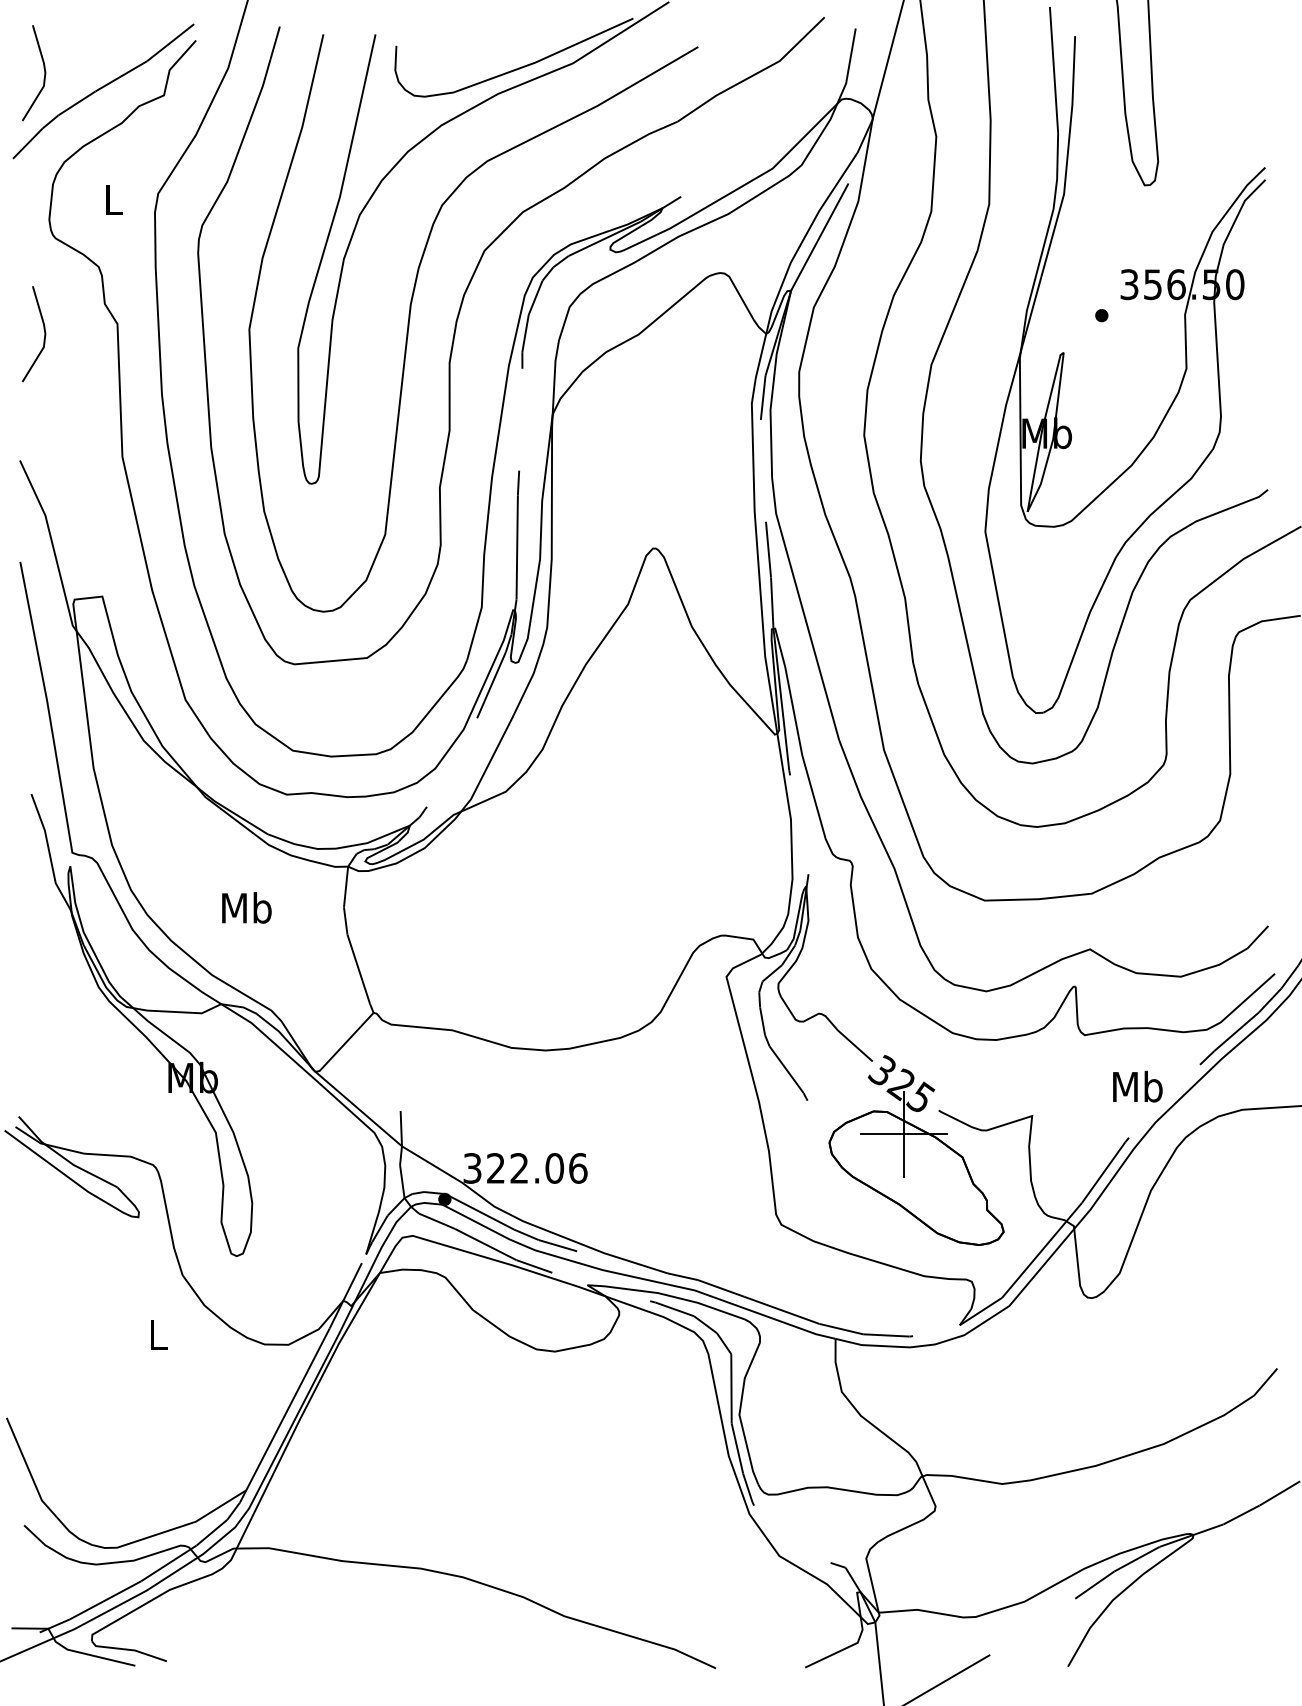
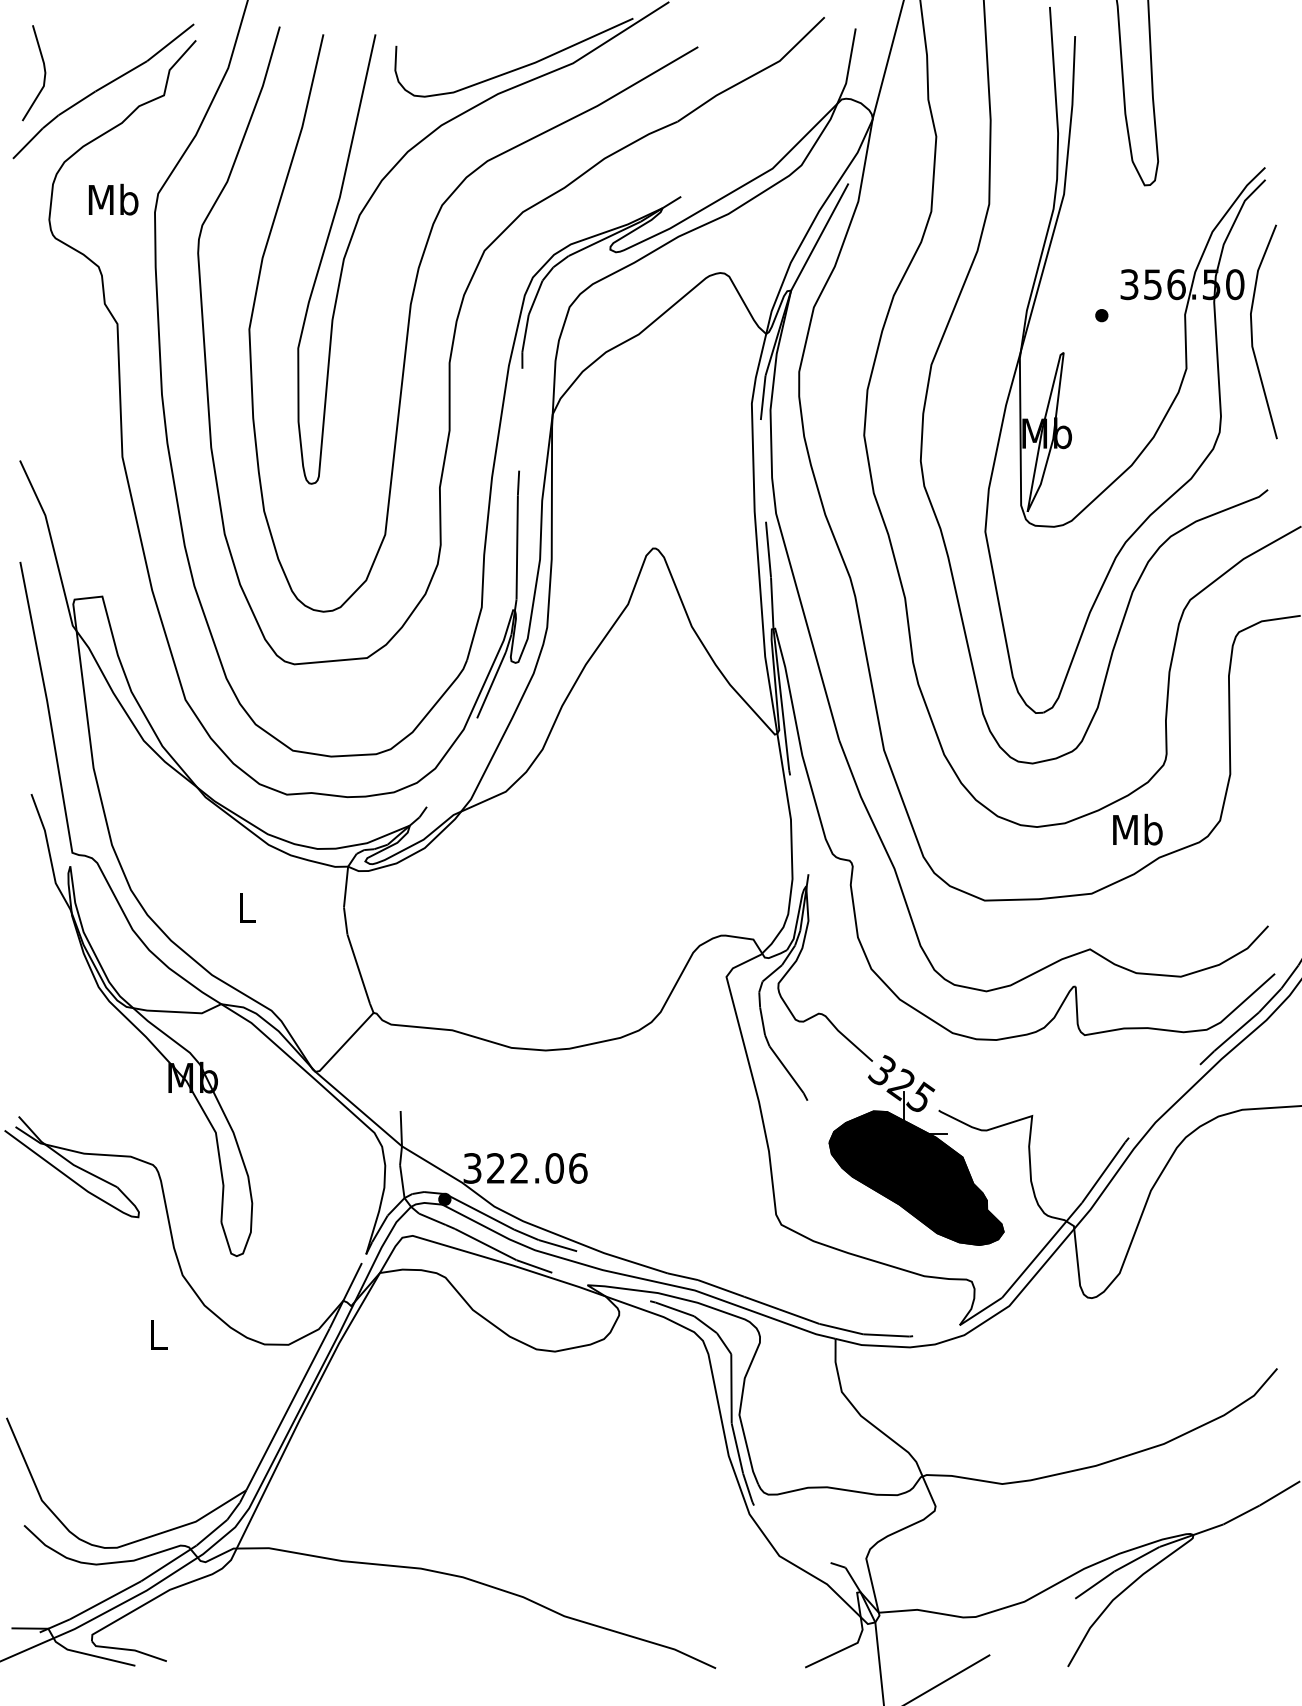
text at (113, 199): L -> Mb
line at (1252, 331): none -> present
line at (44, 334): present -> none
text at (246, 907): Mb -> L
text at (1137, 1086) position: (1137, 1086) -> (1137, 829)
fill at (916, 1178): none -> present
